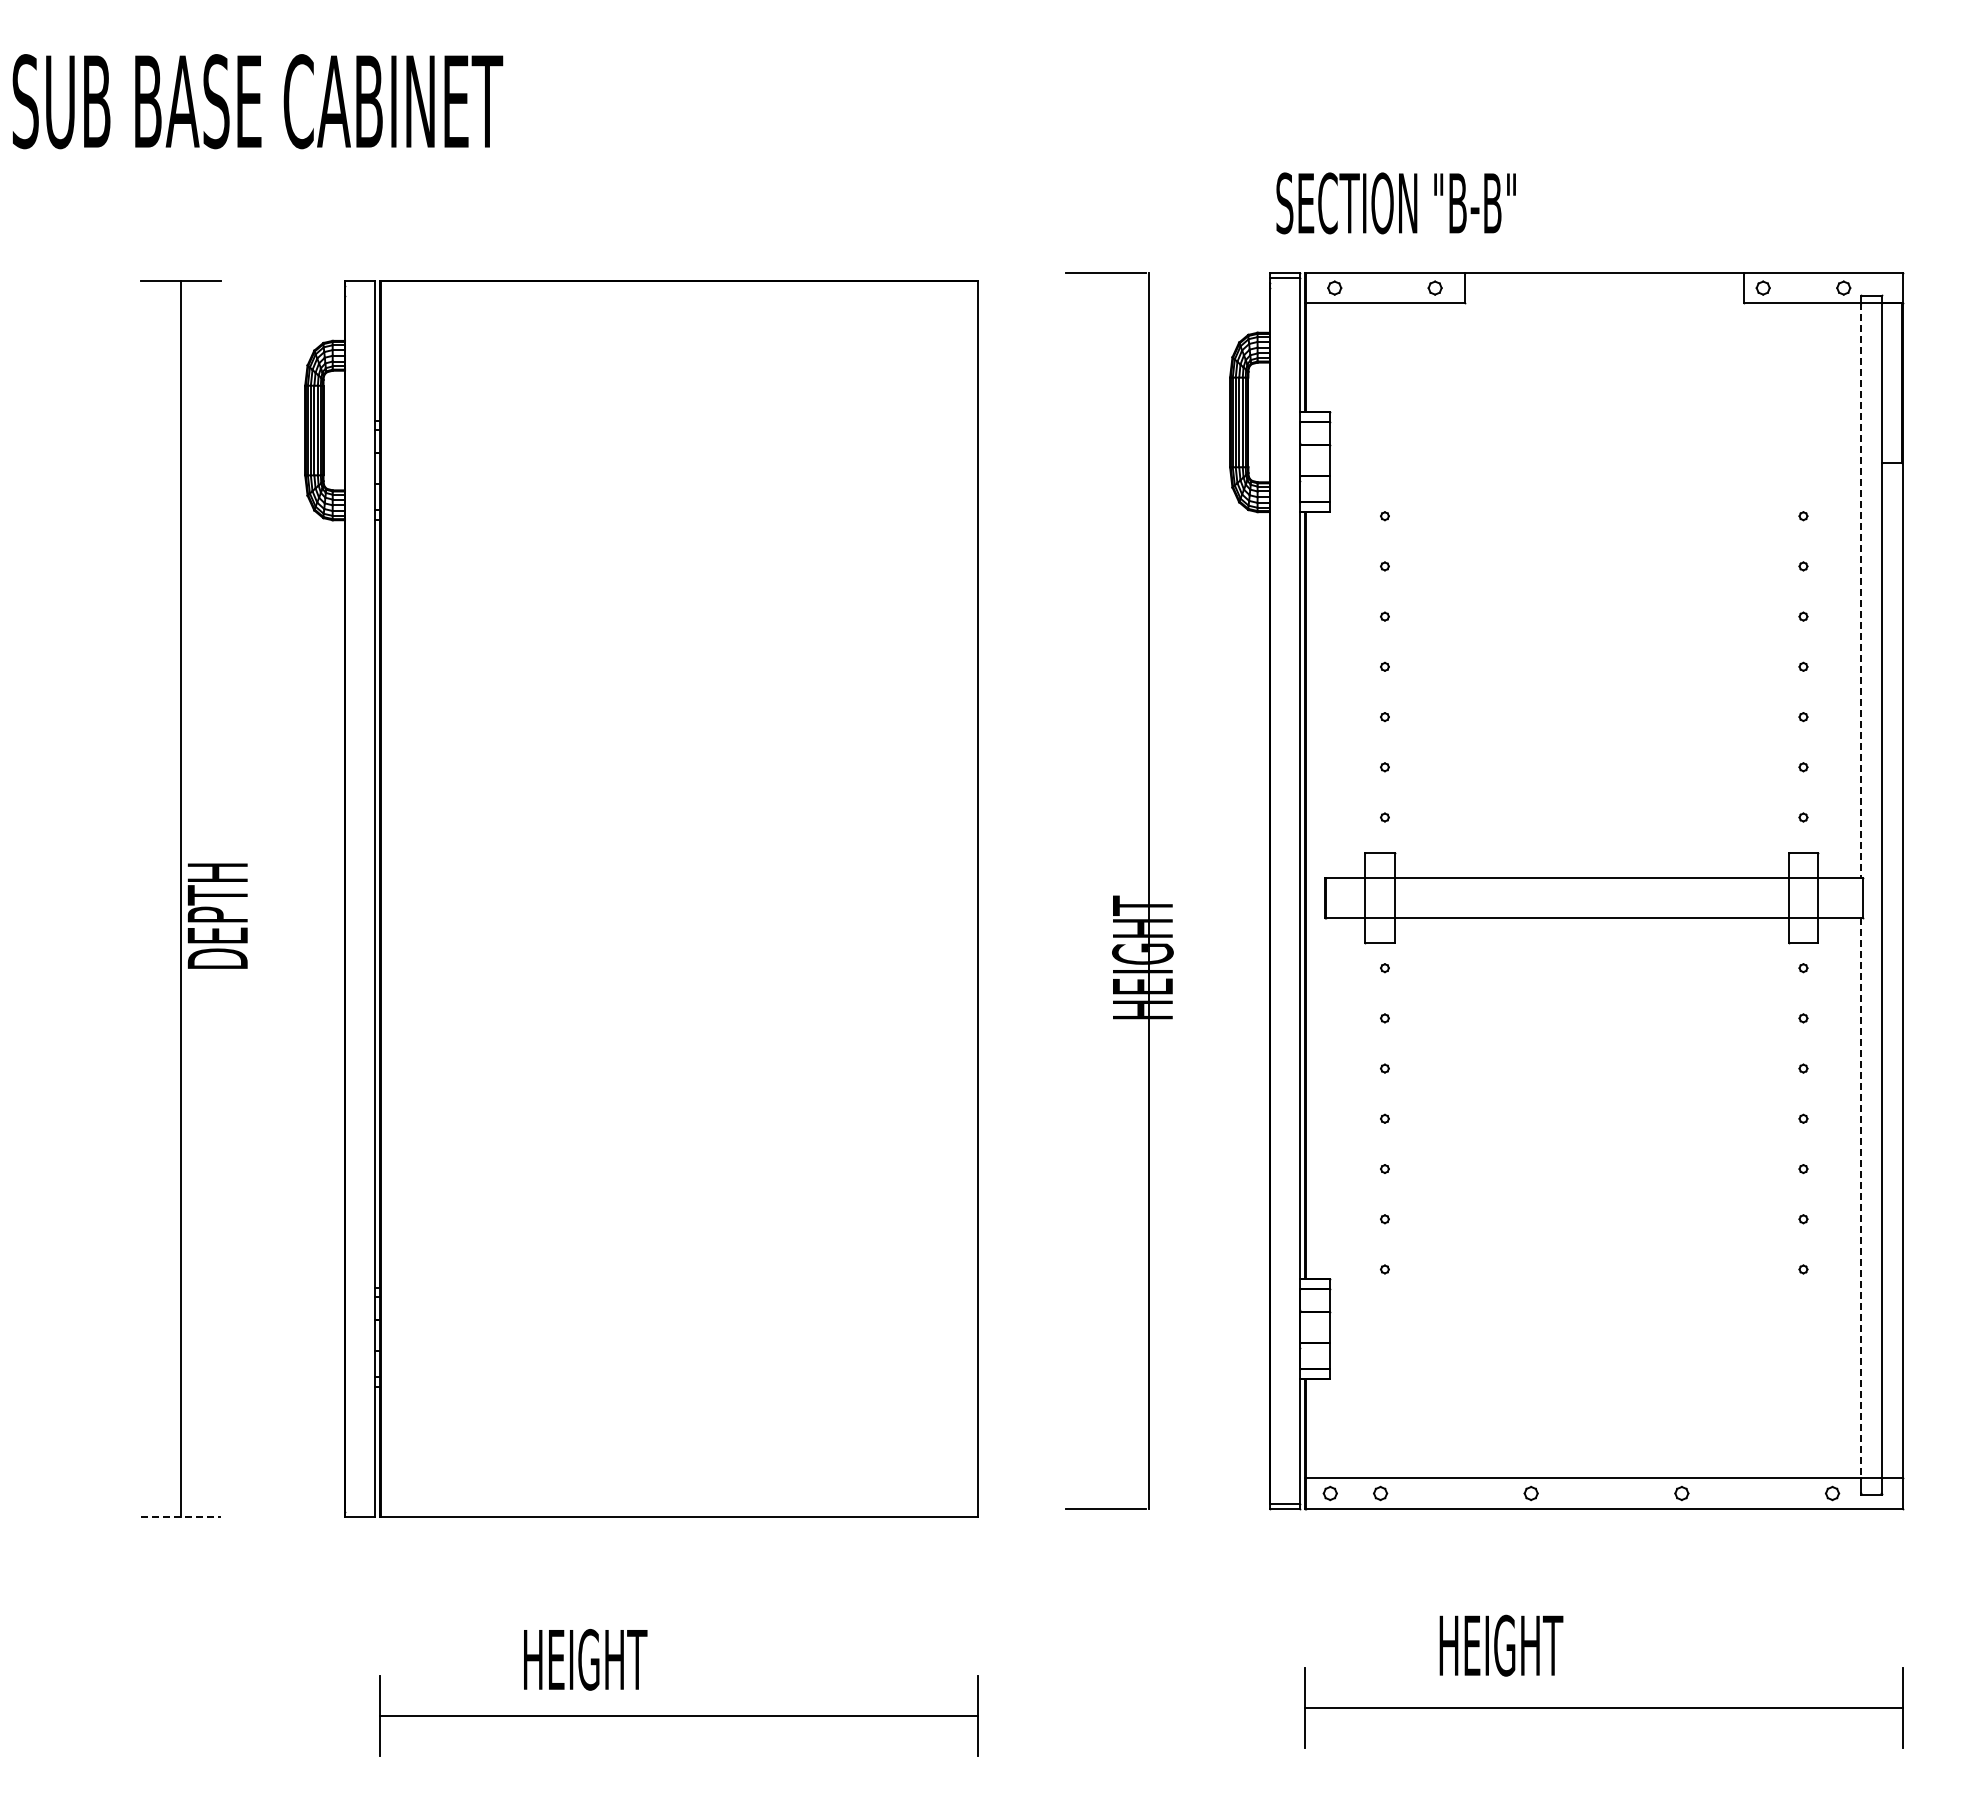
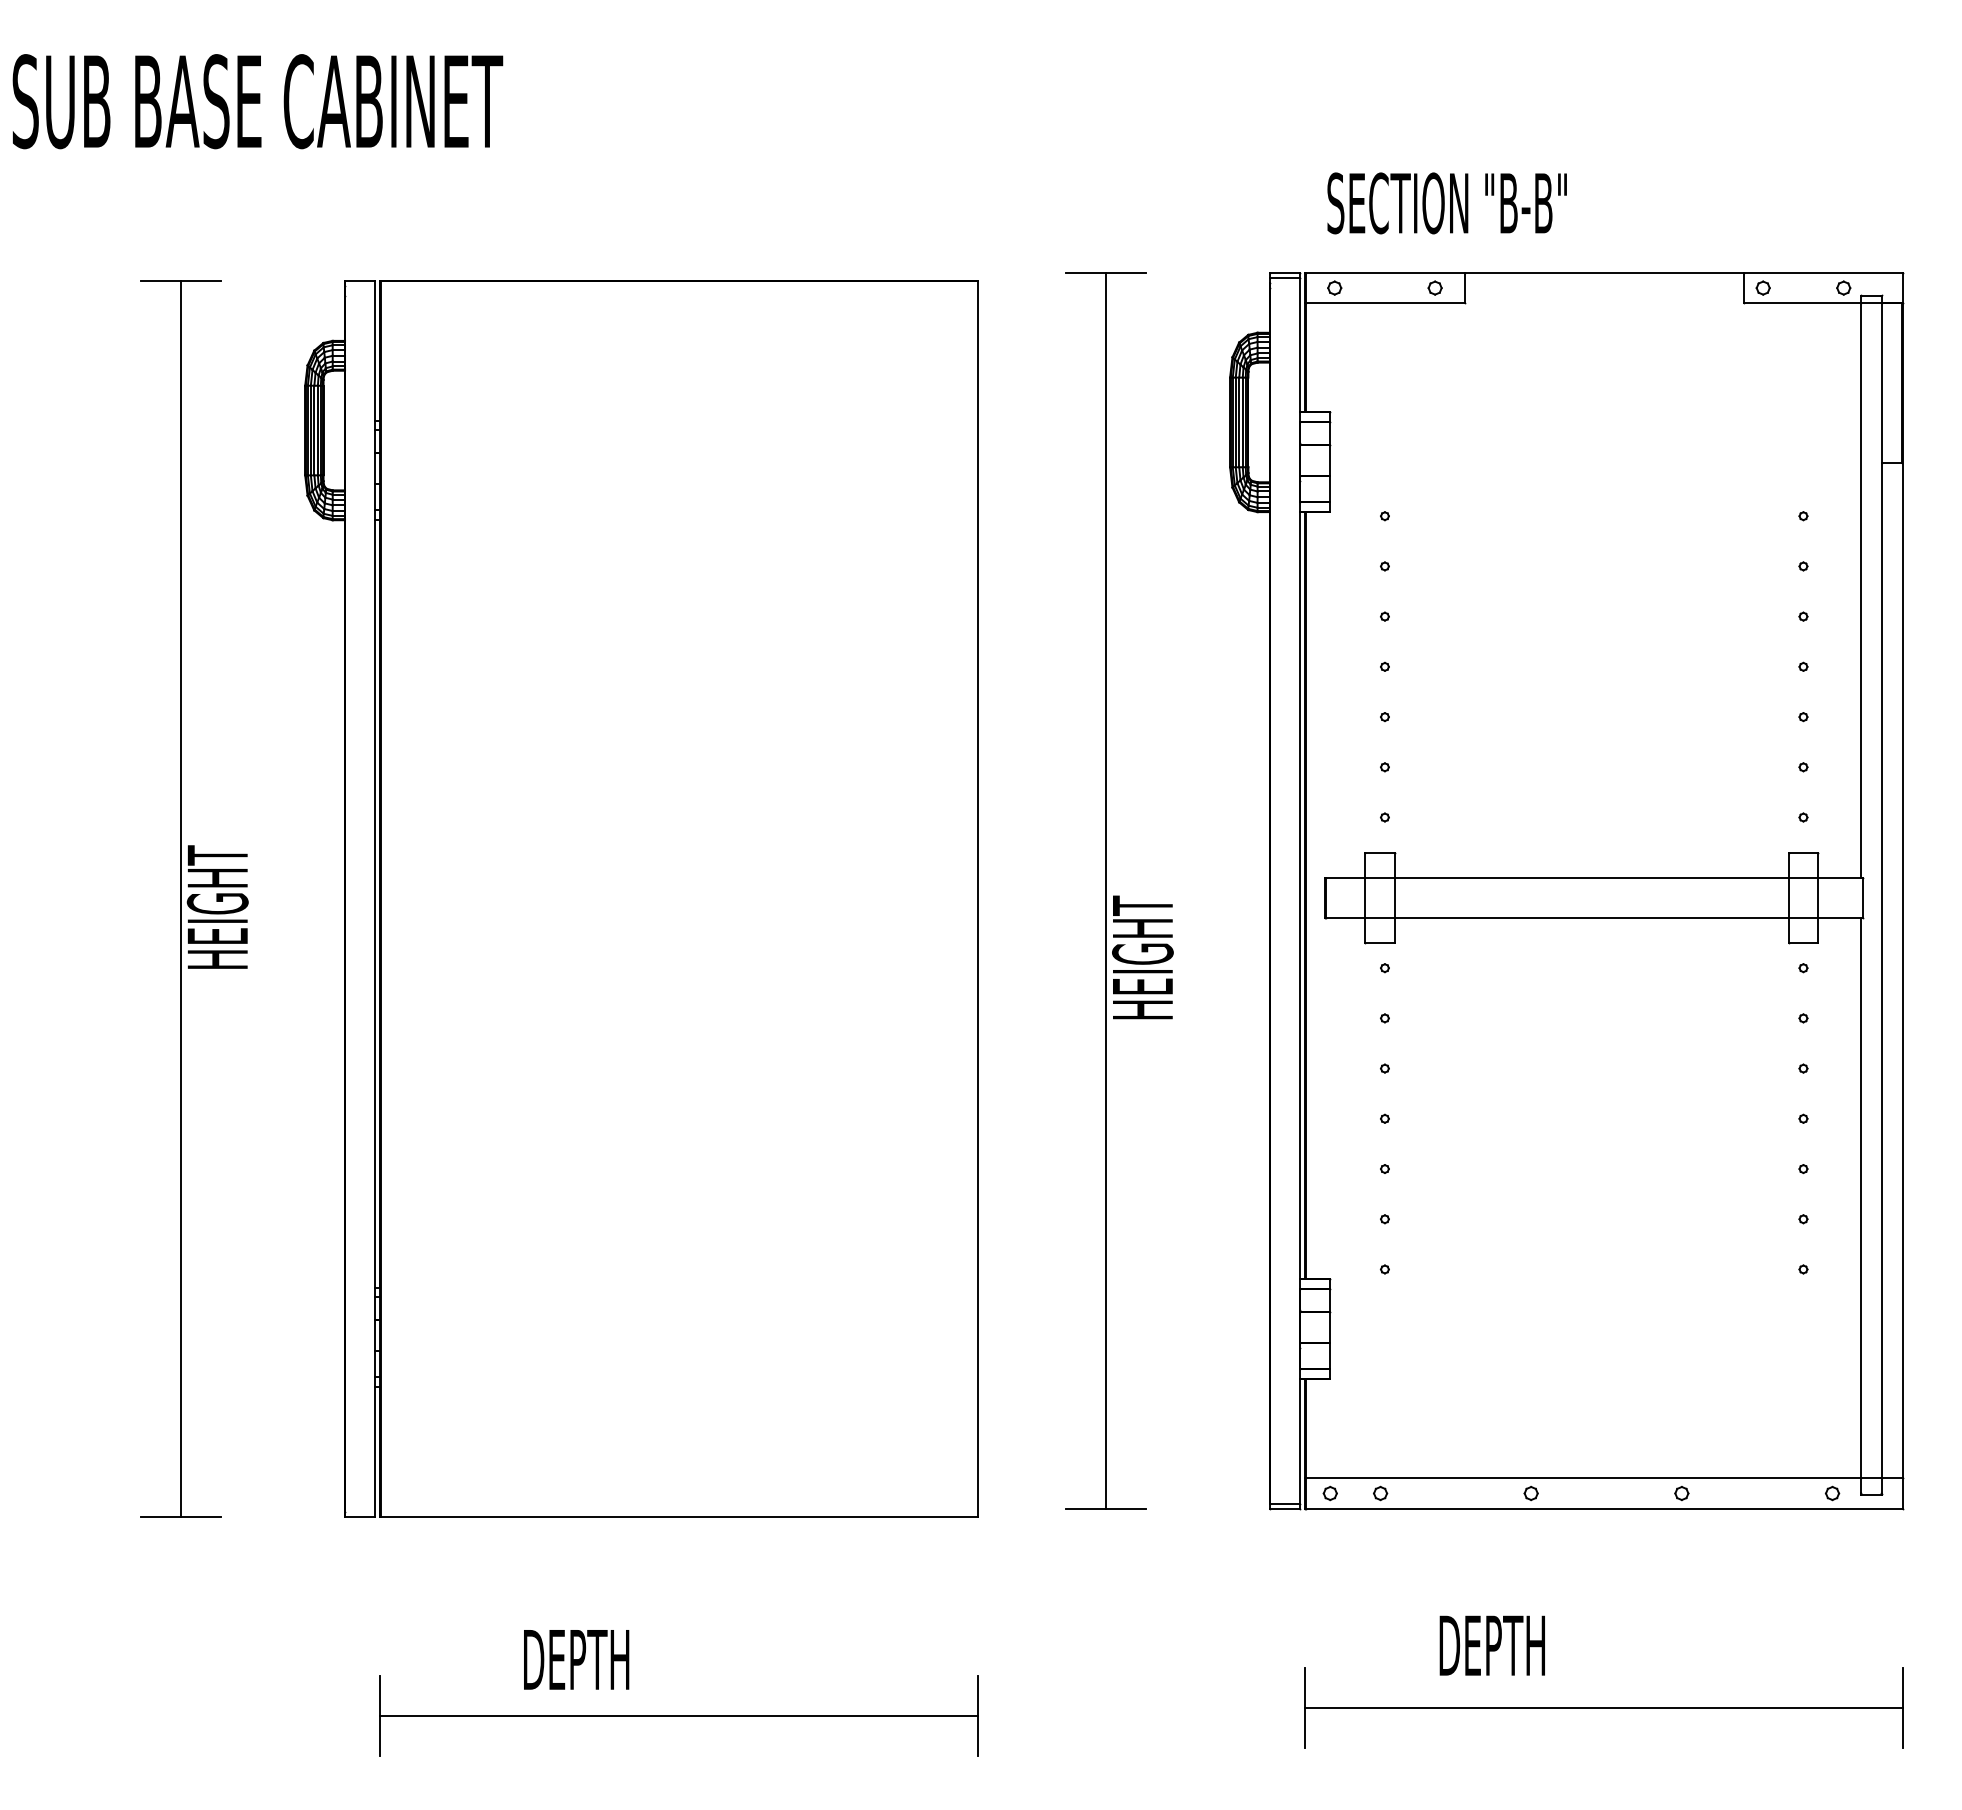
text at (1395, 203) position: (1395, 203) -> (1446, 203)
line at (1860, 591): dashed -> solid
line at (1148, 890) position: (1148, 890) -> (1105, 890)
text at (217, 905): DEPTH -> HEIGHT
line at (1860, 1198): dashed -> solid
line at (181, 1516): dashed -> solid
text at (1503, 1645): HEIGHT -> DEPTH
text at (587, 1659): HEIGHT -> DEPTH
